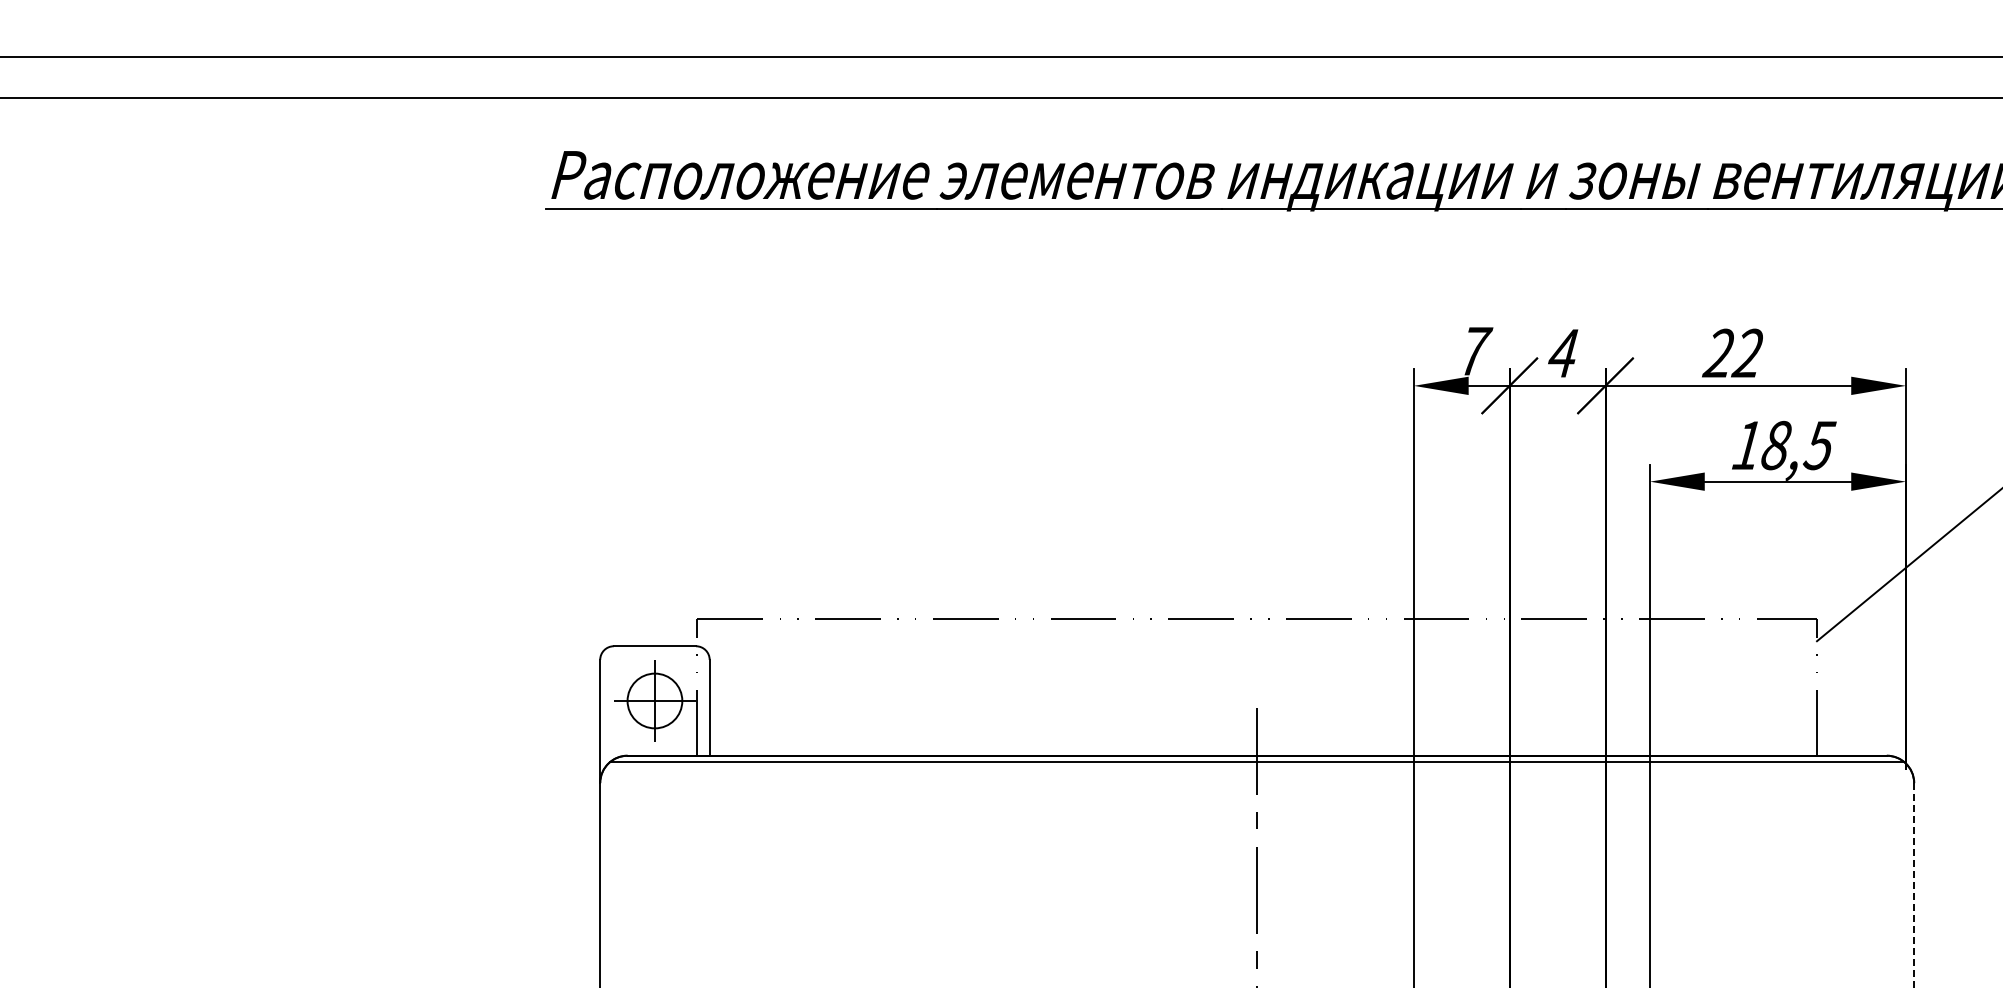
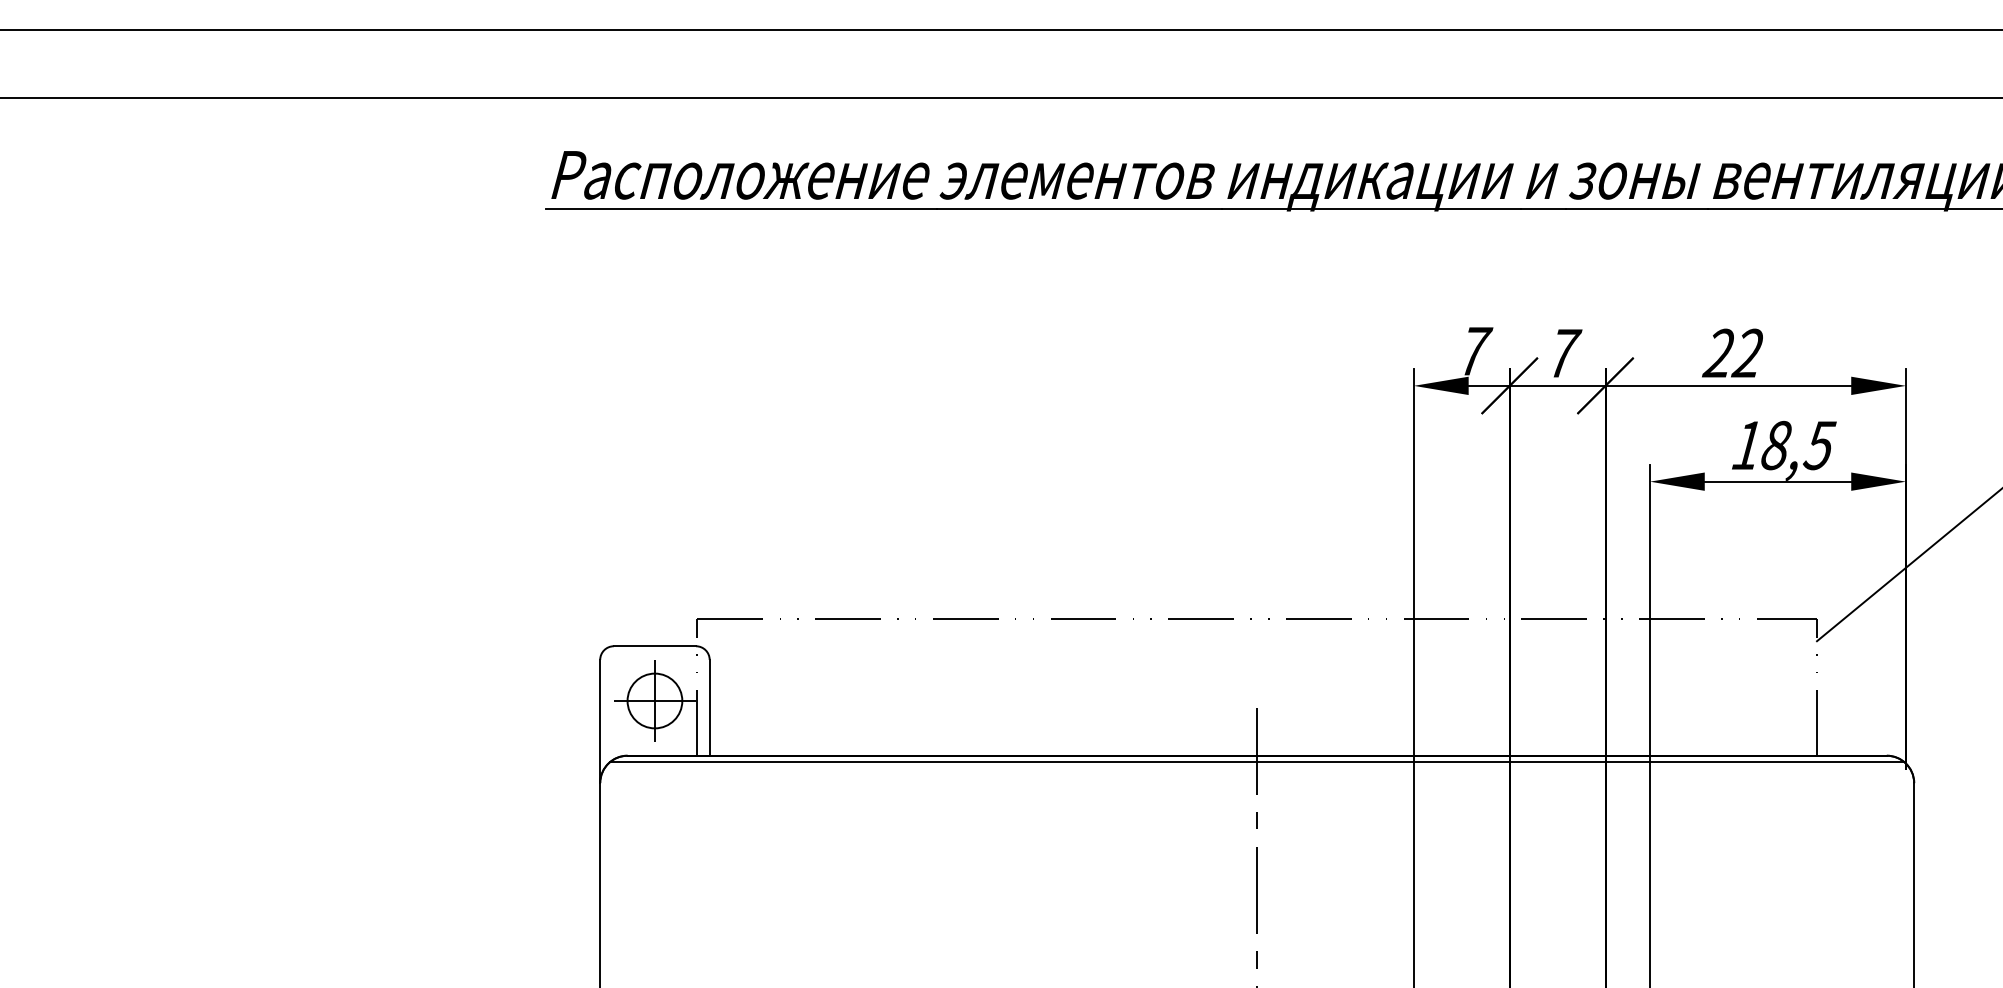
line at (1000, 56) position: (1000, 56) -> (1000, 29)
text at (1565, 353): 4 -> 7
line at (1914, 885): dashed -> solid
